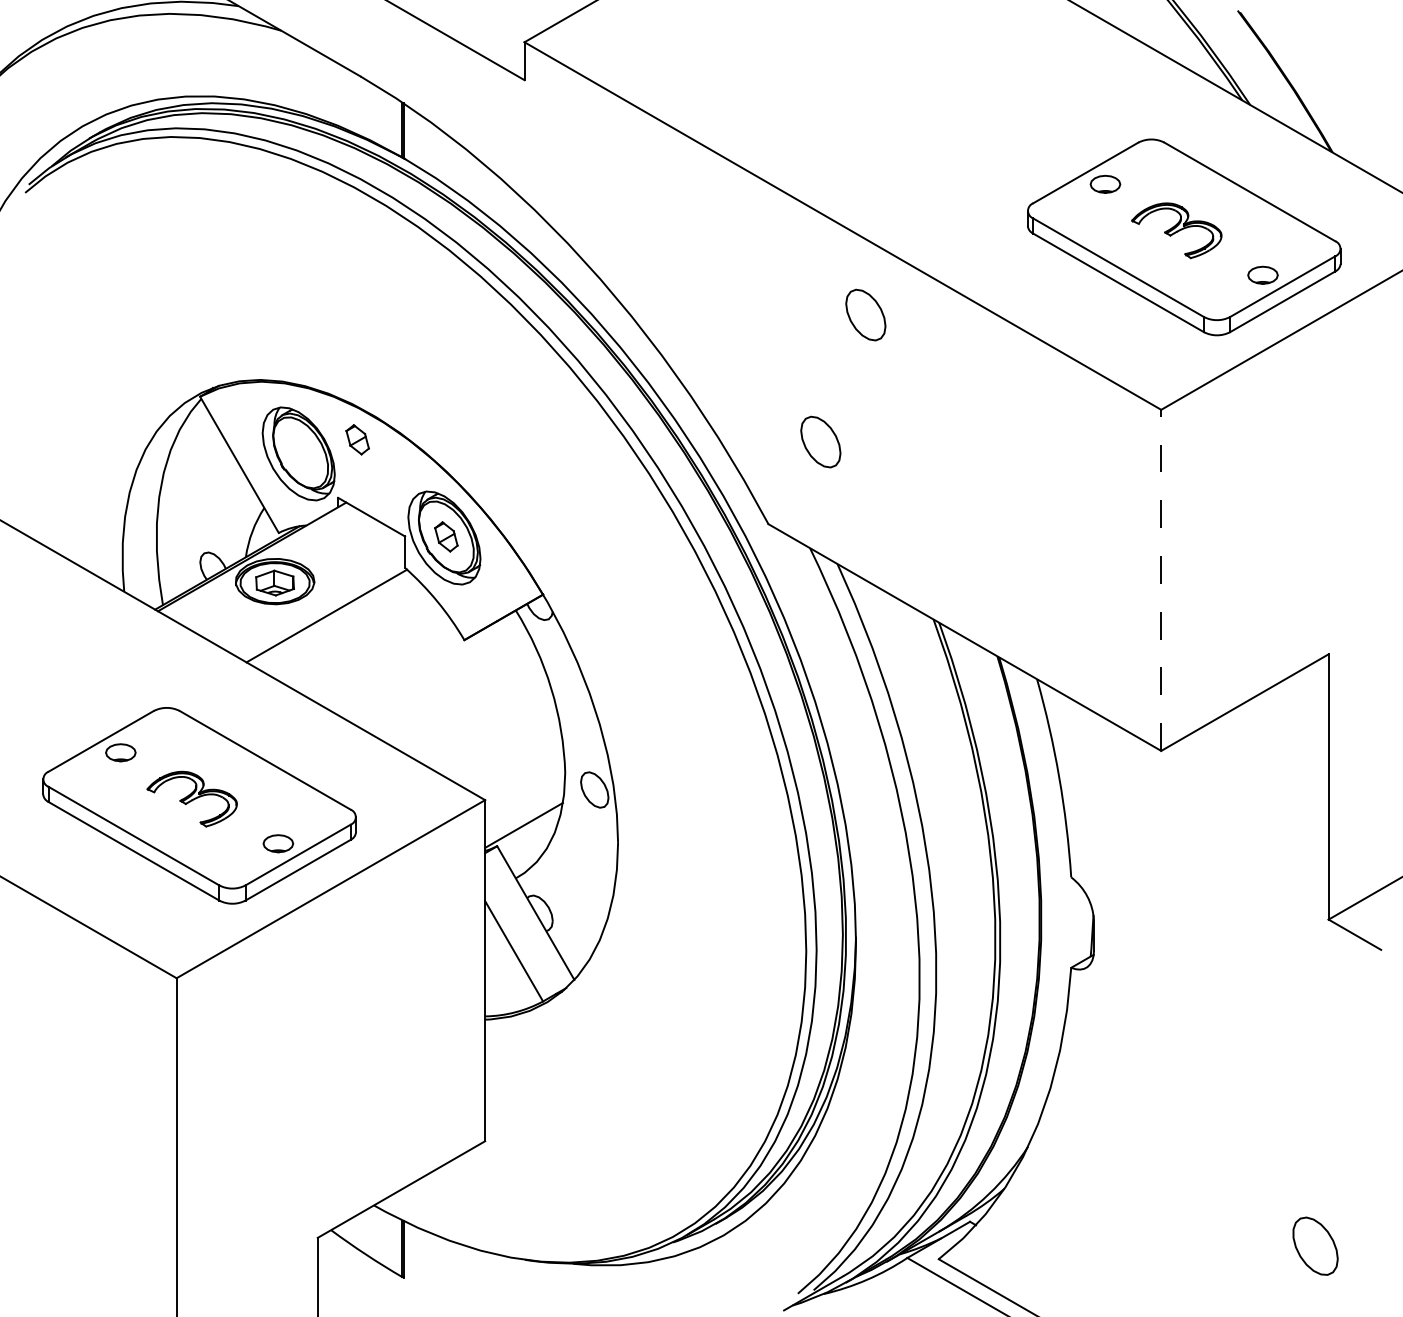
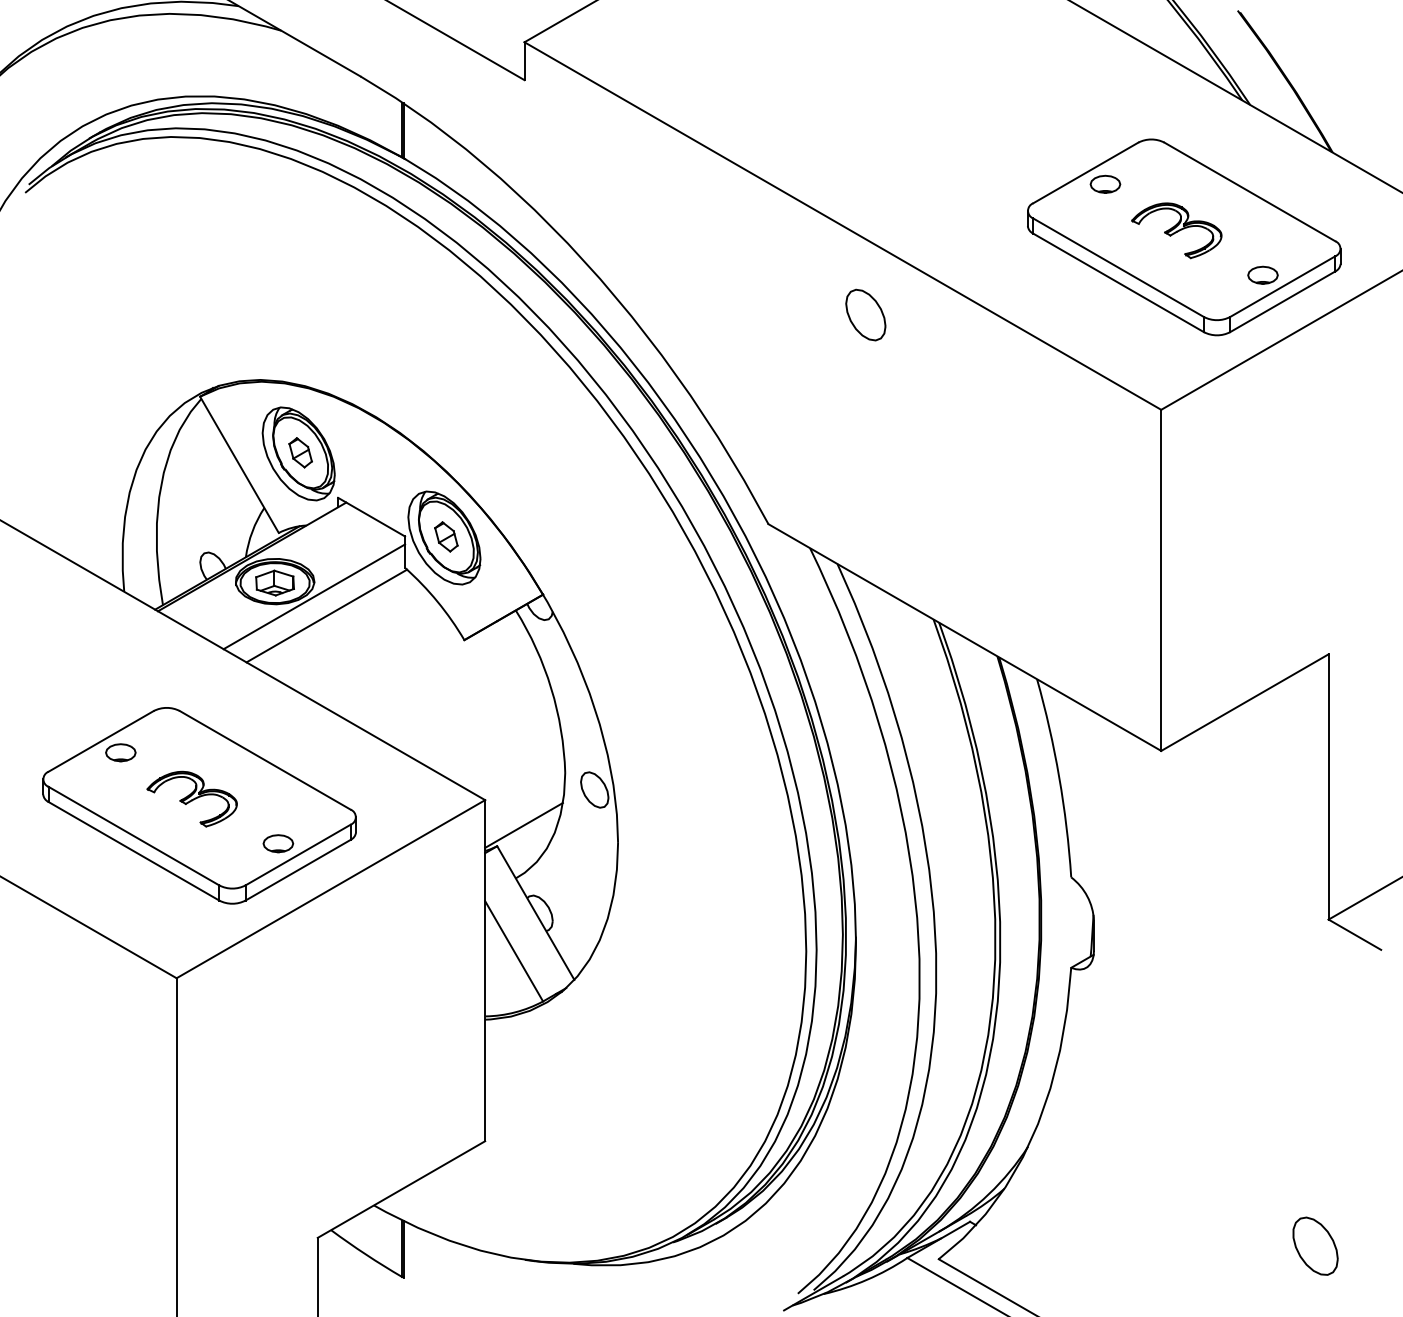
part at (357, 439) position: (357, 439) -> (300, 452)
part at (820, 441): present -> none
line at (1161, 580): dashed -> solid
line at (314, 596): none -> present
